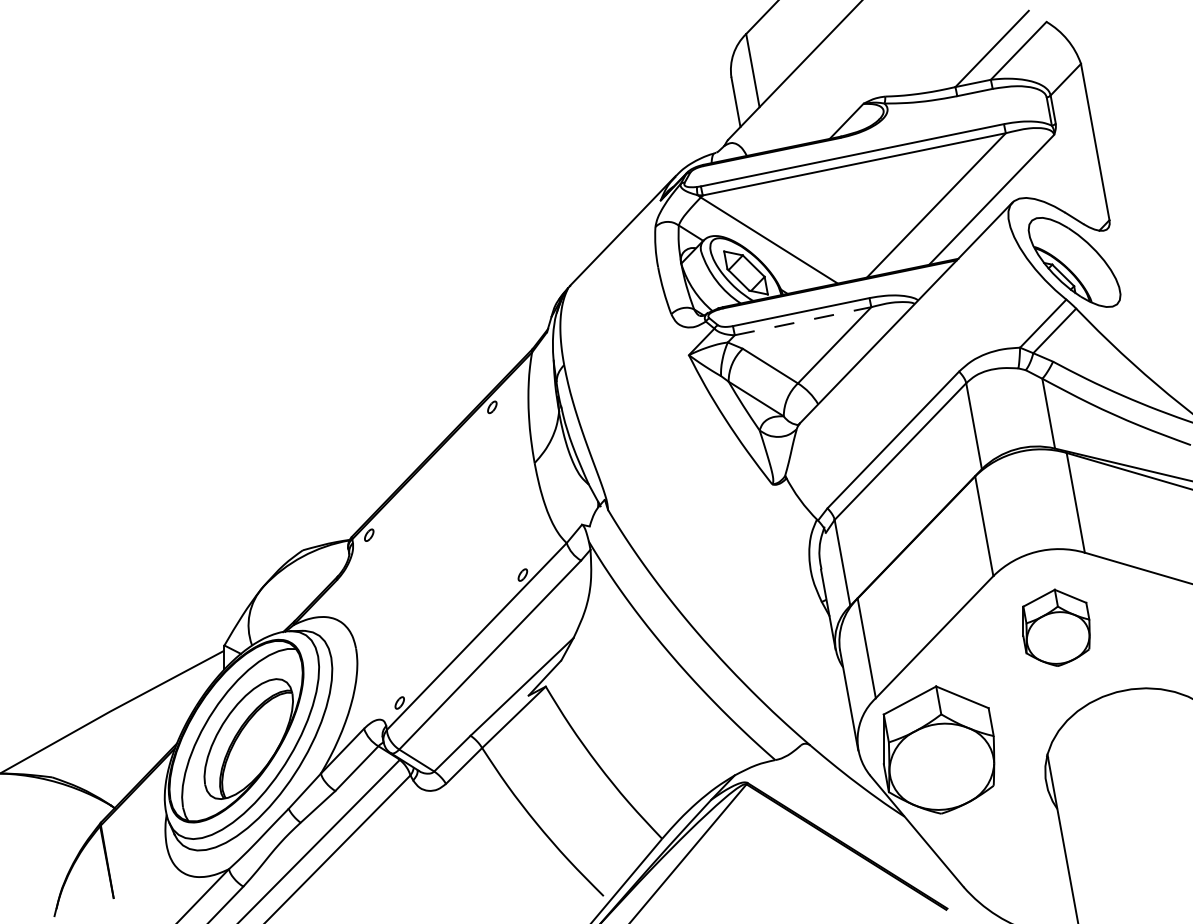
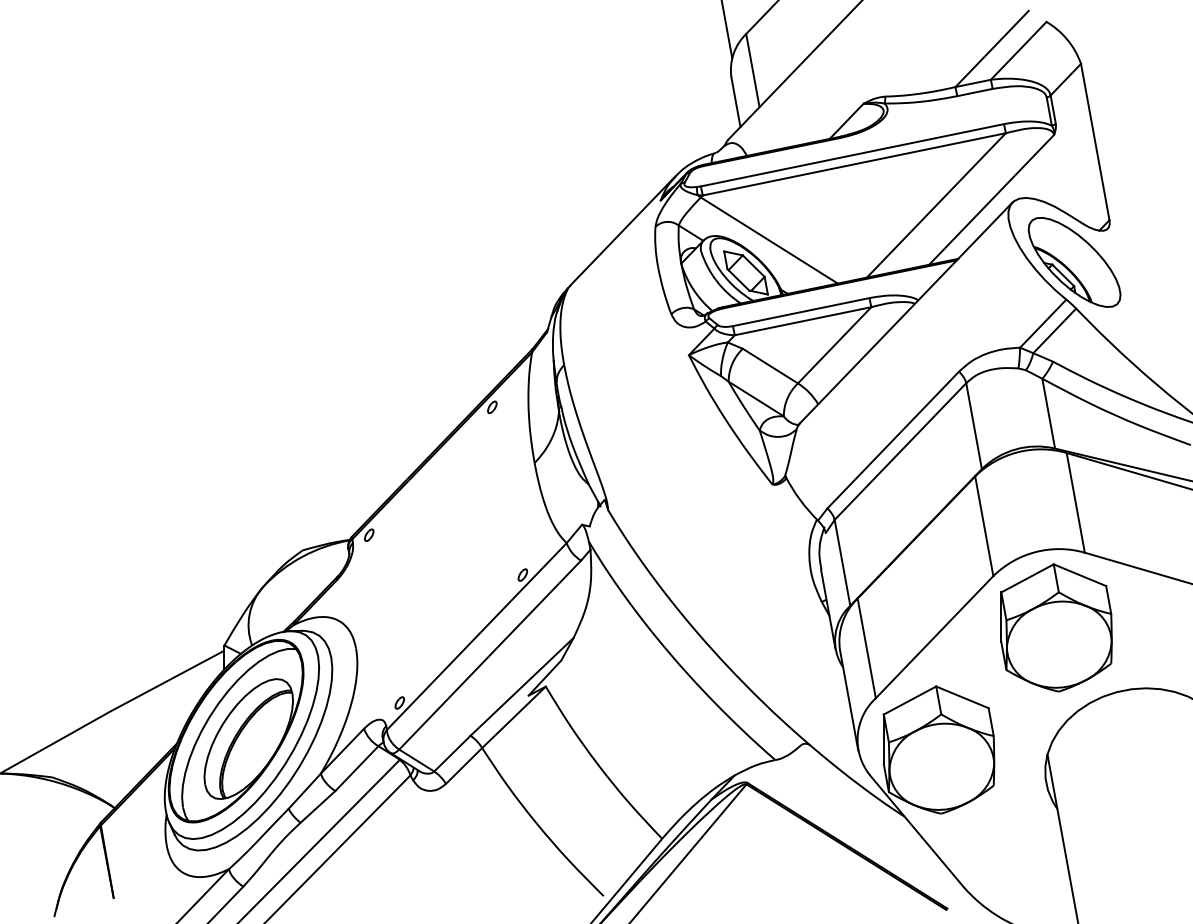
line at (727, 30): none -> present
line at (803, 321): dashed -> solid
part at (1056, 627) size: 69x79 px -> 113x130 px
